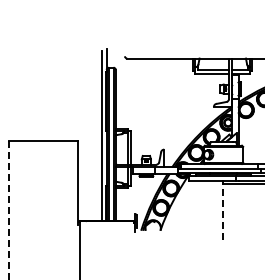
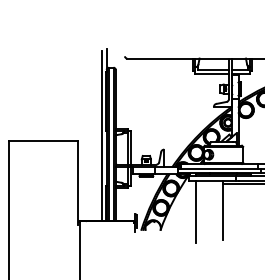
line at (9, 210): dashed -> solid
line at (196, 211): none -> present
line at (222, 211): dashed -> solid
